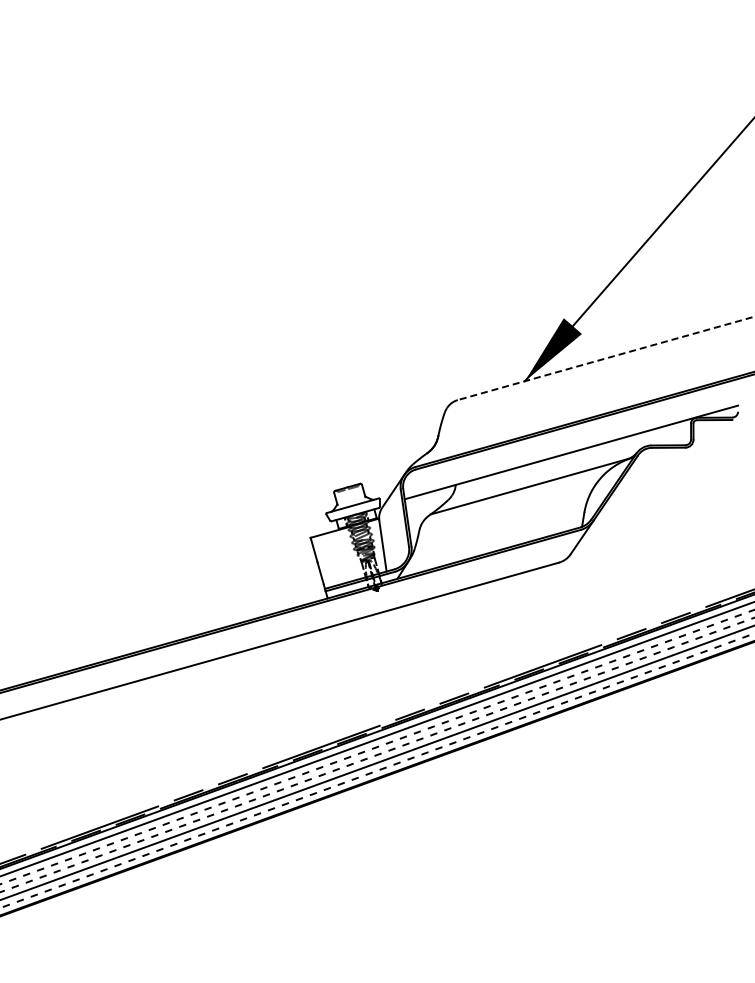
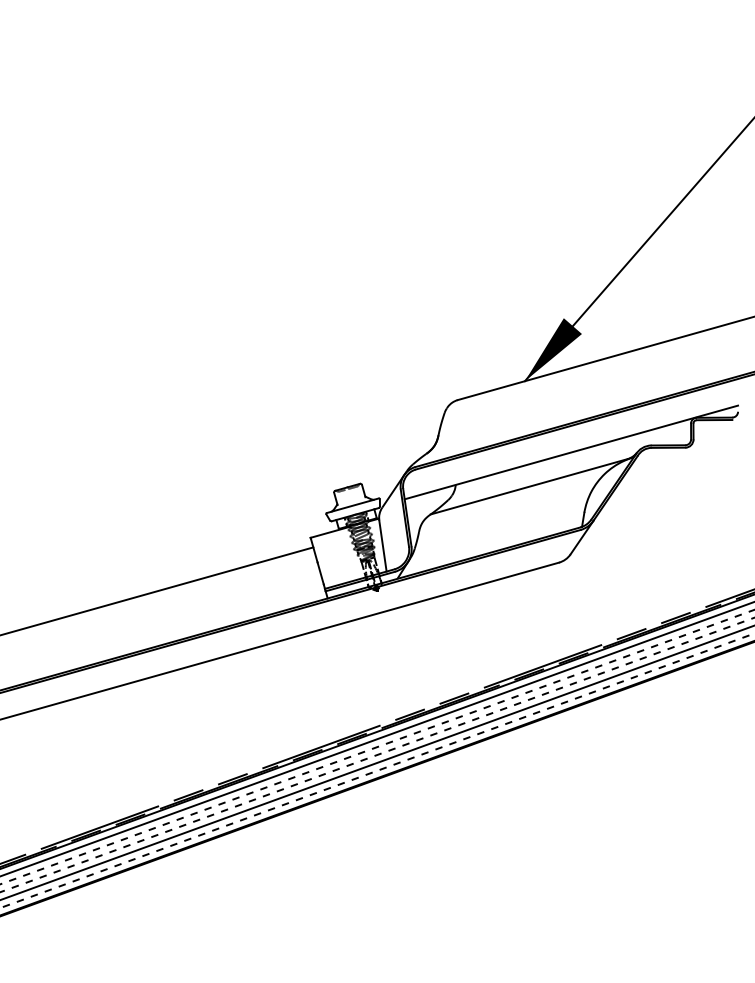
line at (605, 358): dashed -> solid
line at (157, 590): none -> present
